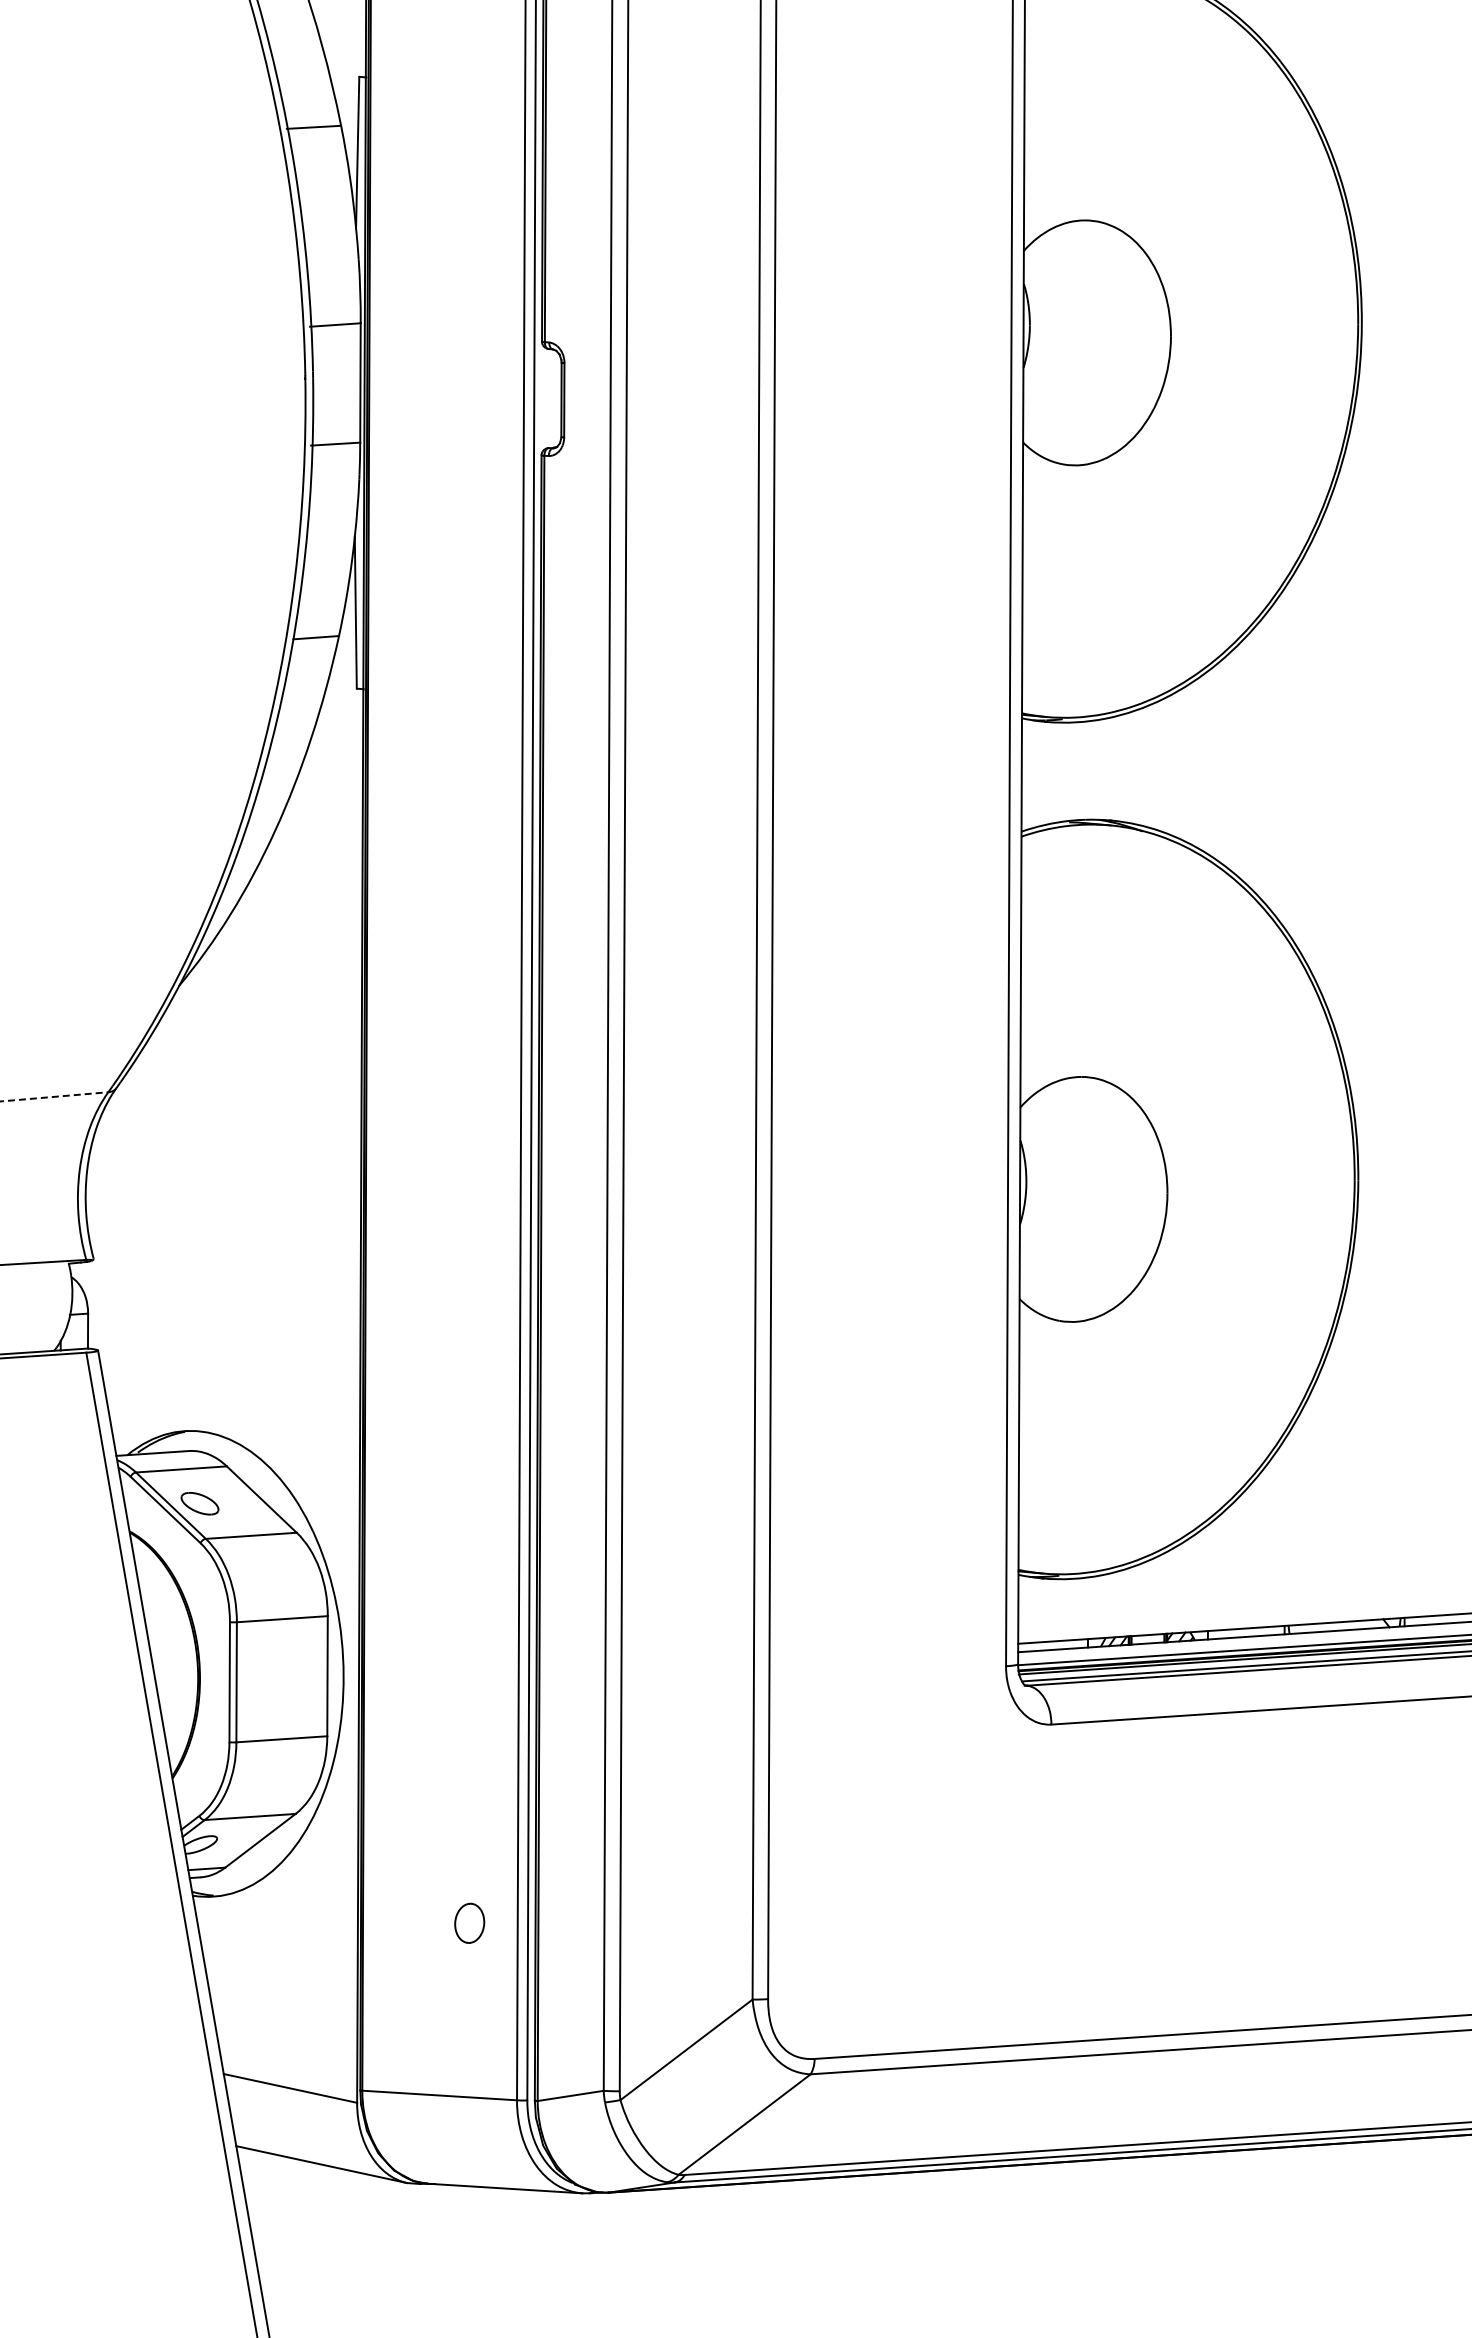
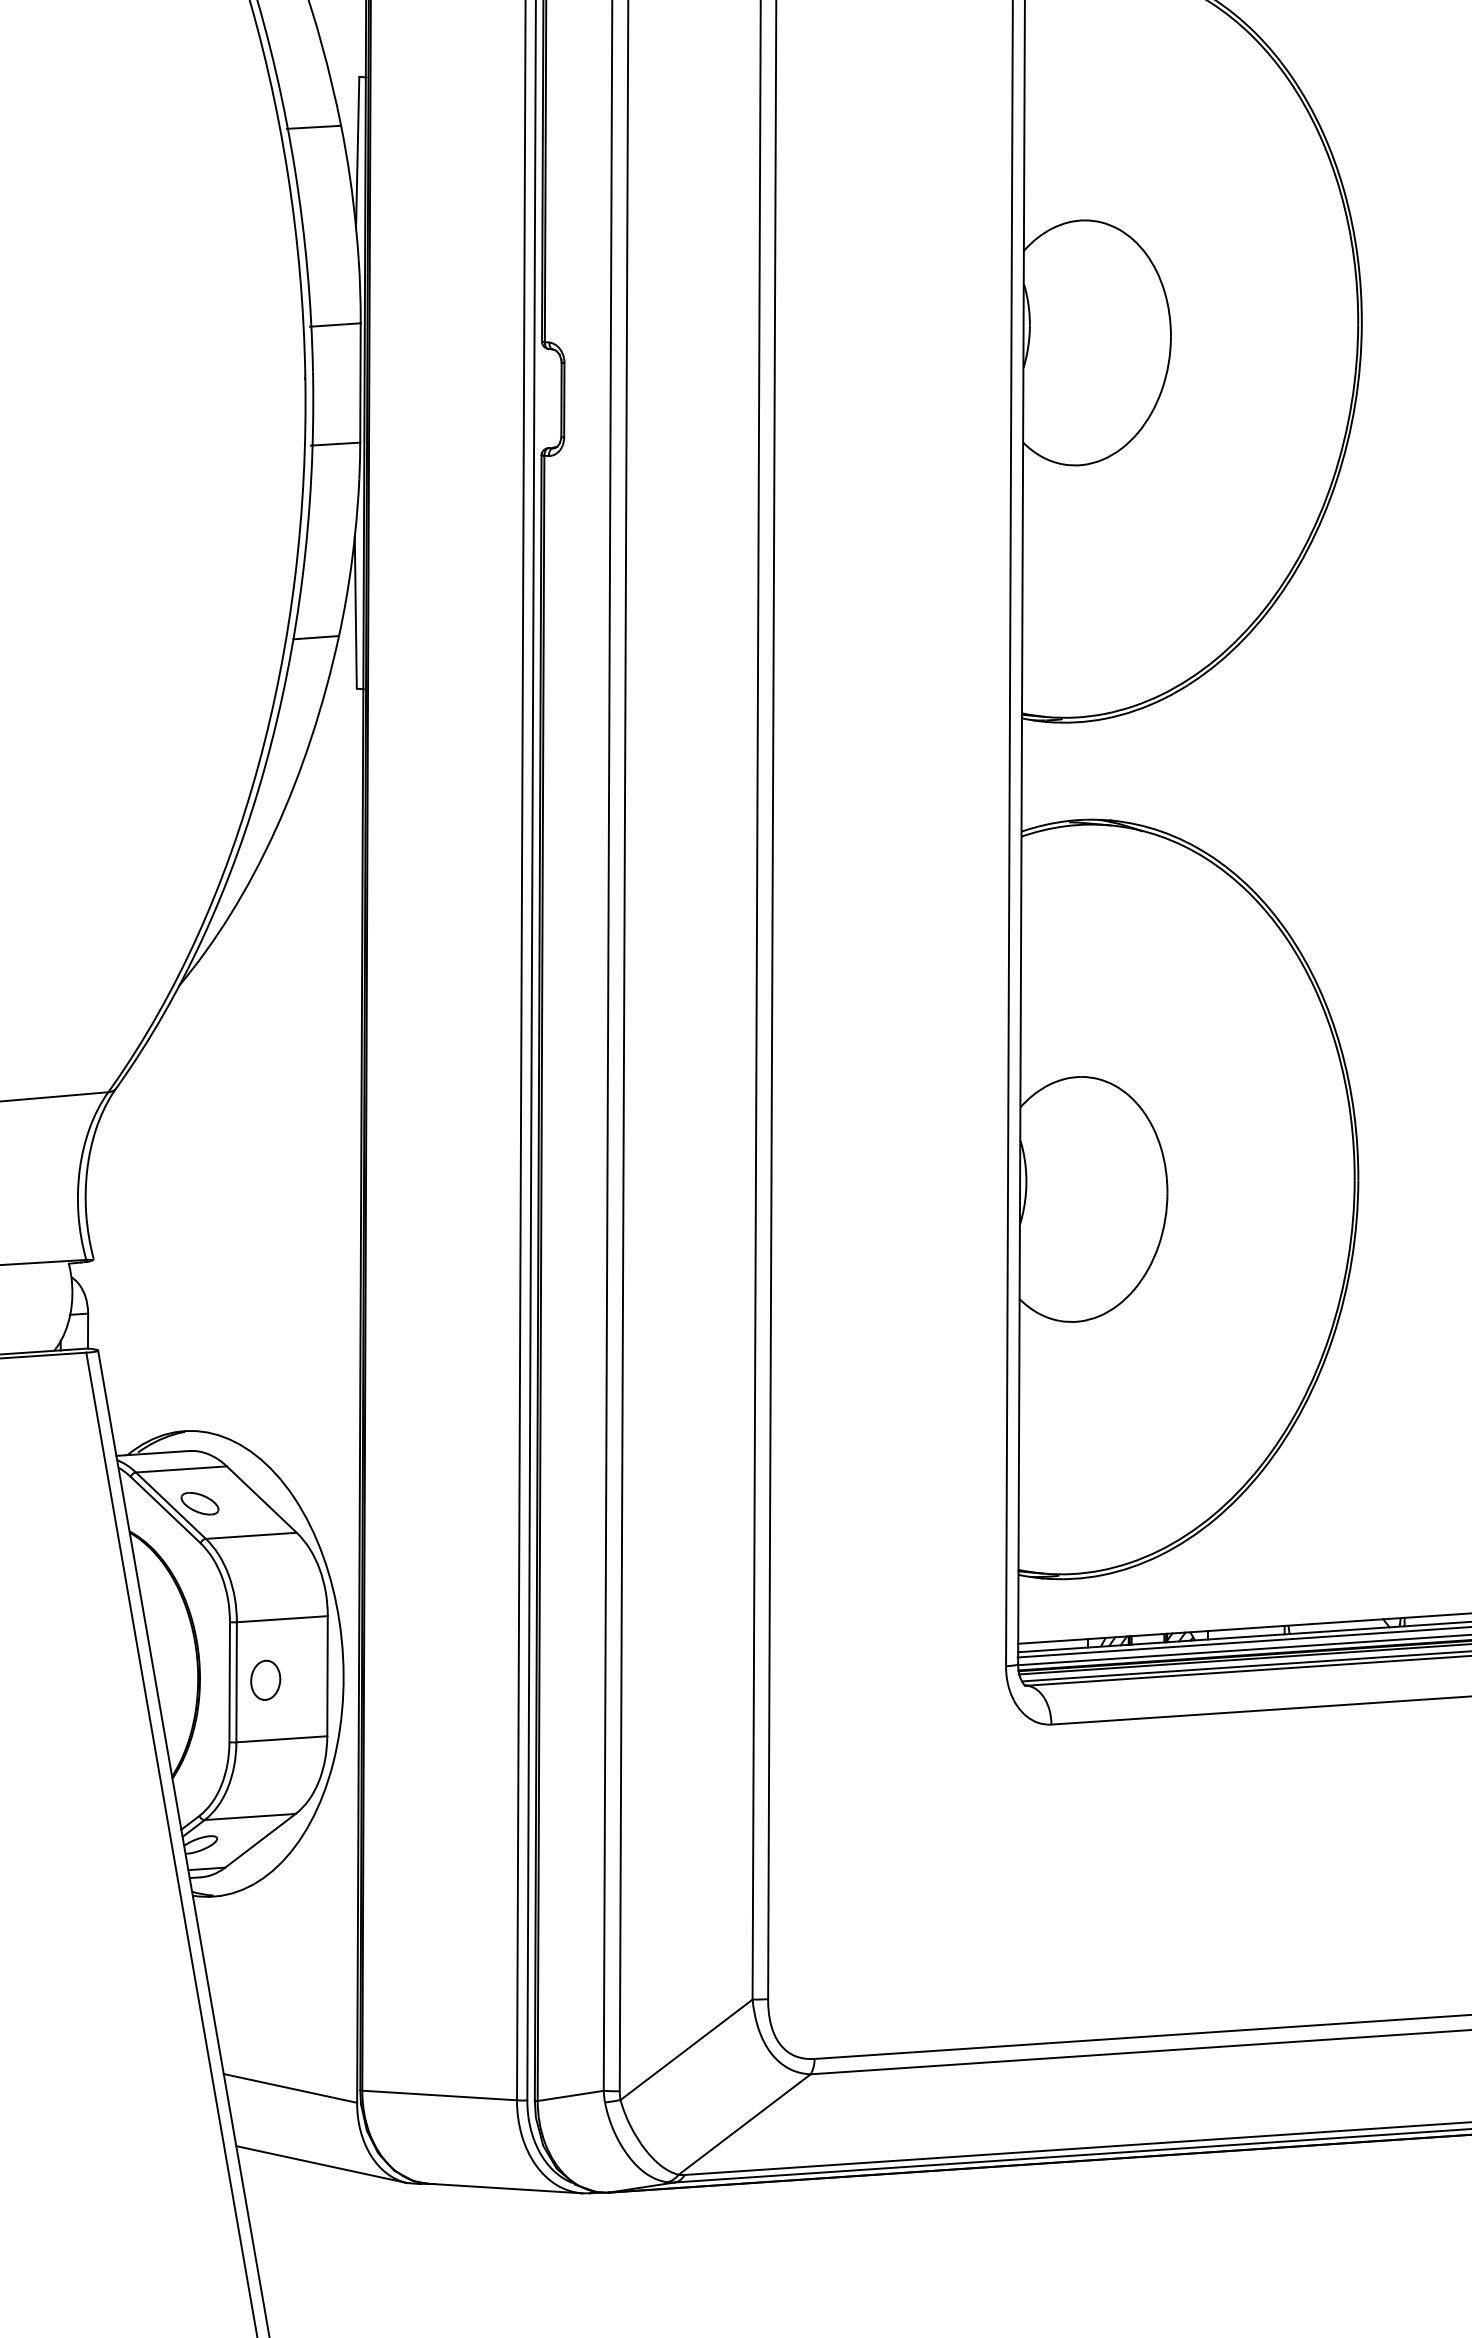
line at (54, 1096): dashed -> solid
line at (1242, 1642): none -> present
part at (469, 1922) position: (469, 1922) -> (265, 1679)
